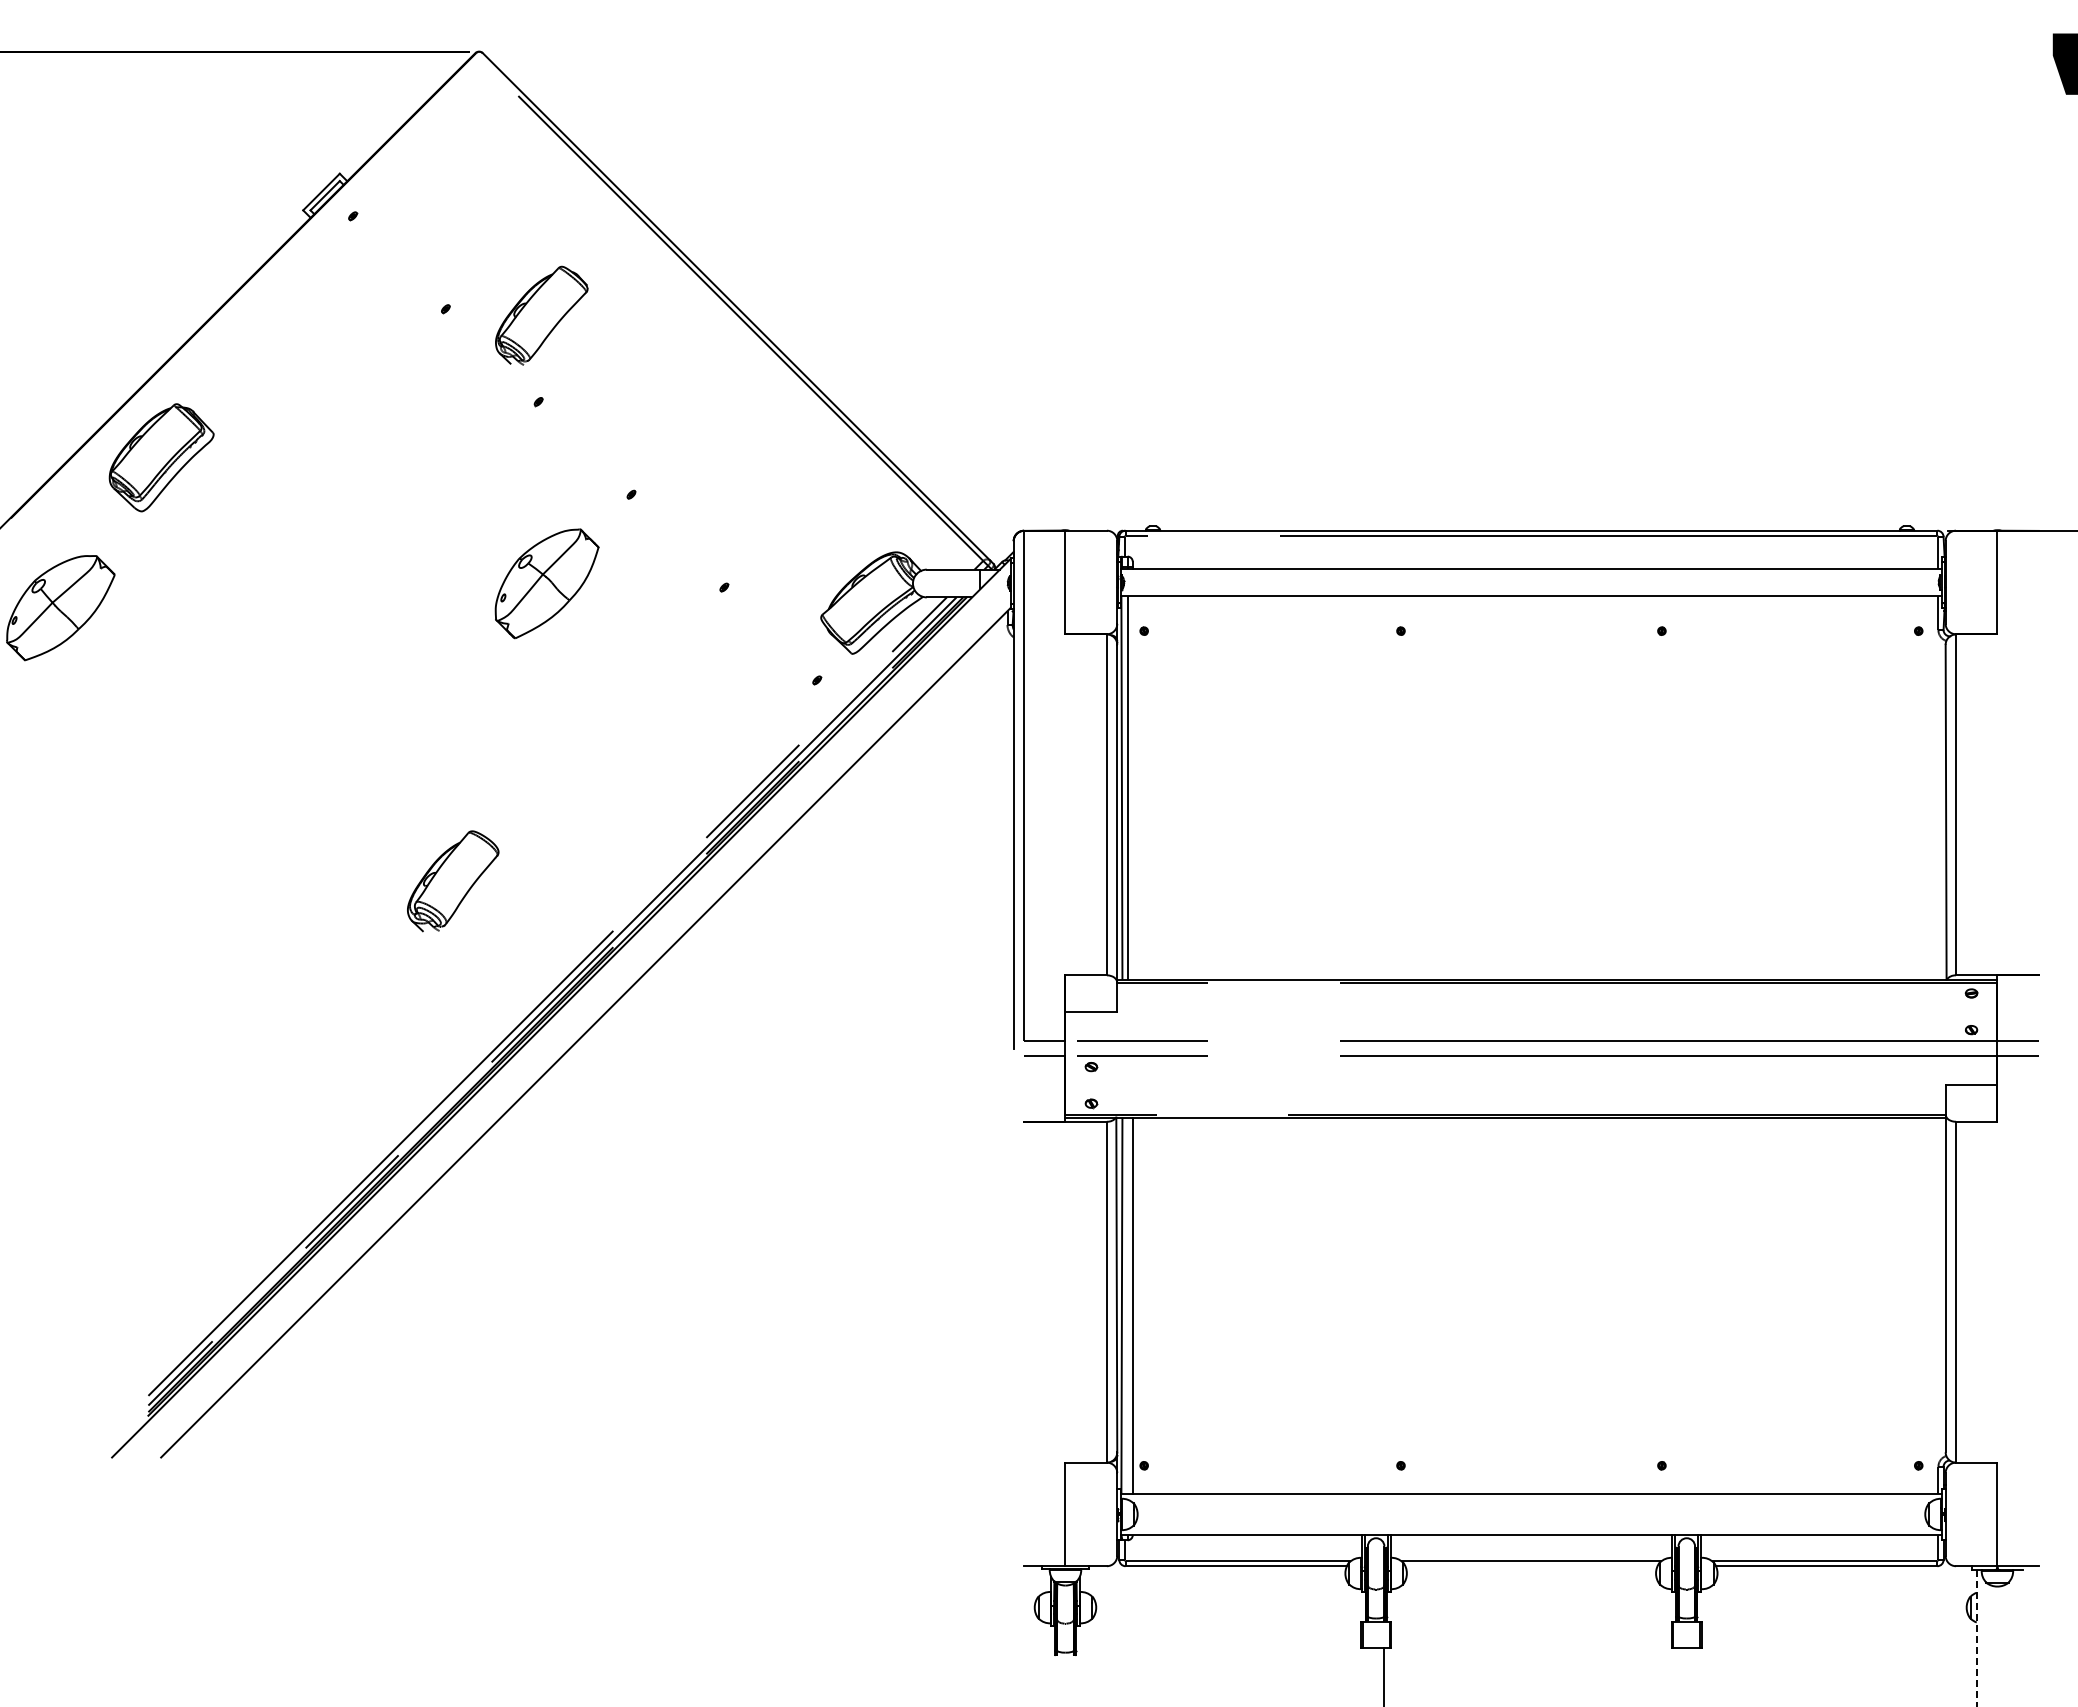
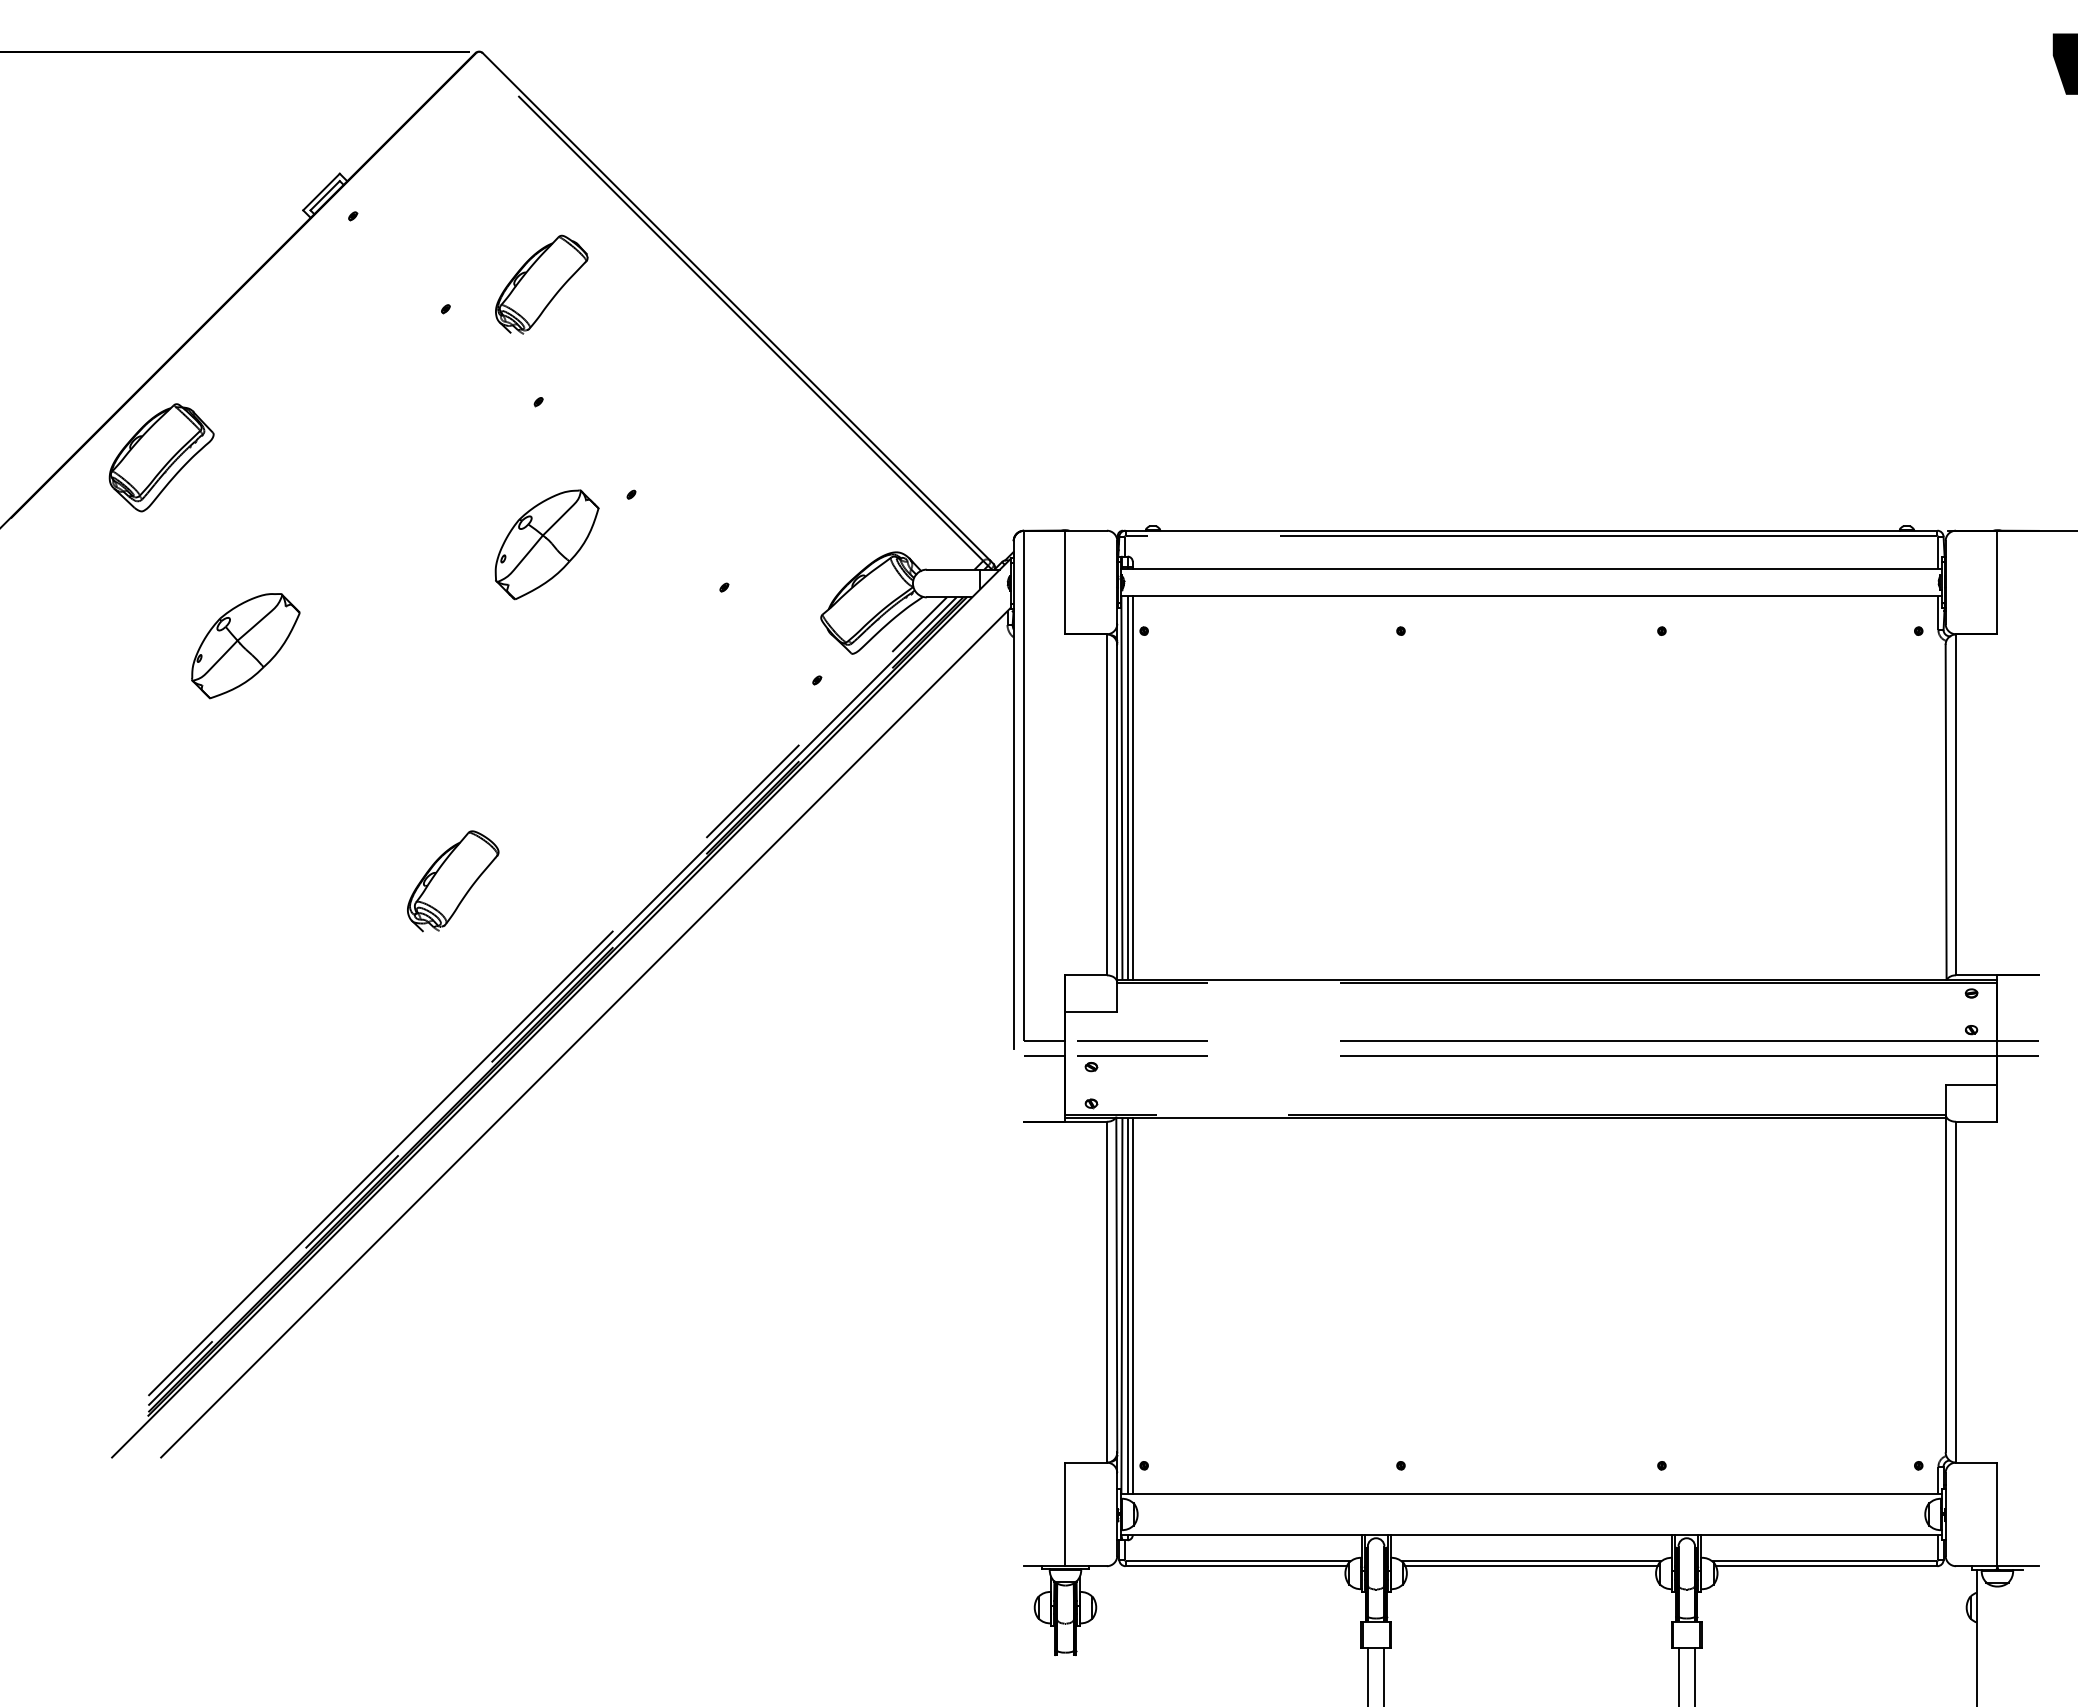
part at (541, 315) position: (541, 315) -> (541, 284)
part at (546, 583) position: (546, 583) -> (546, 544)
part at (60, 608) position: (60, 608) -> (245, 646)
line at (1132, 787): none -> present
line at (1127, 1305): none -> present
line at (1531, 1566): none -> present
line at (1976, 1638): dashed -> solid
line at (1367, 1675): none -> present
line at (1678, 1675): none -> present
line at (1695, 1675): none -> present
